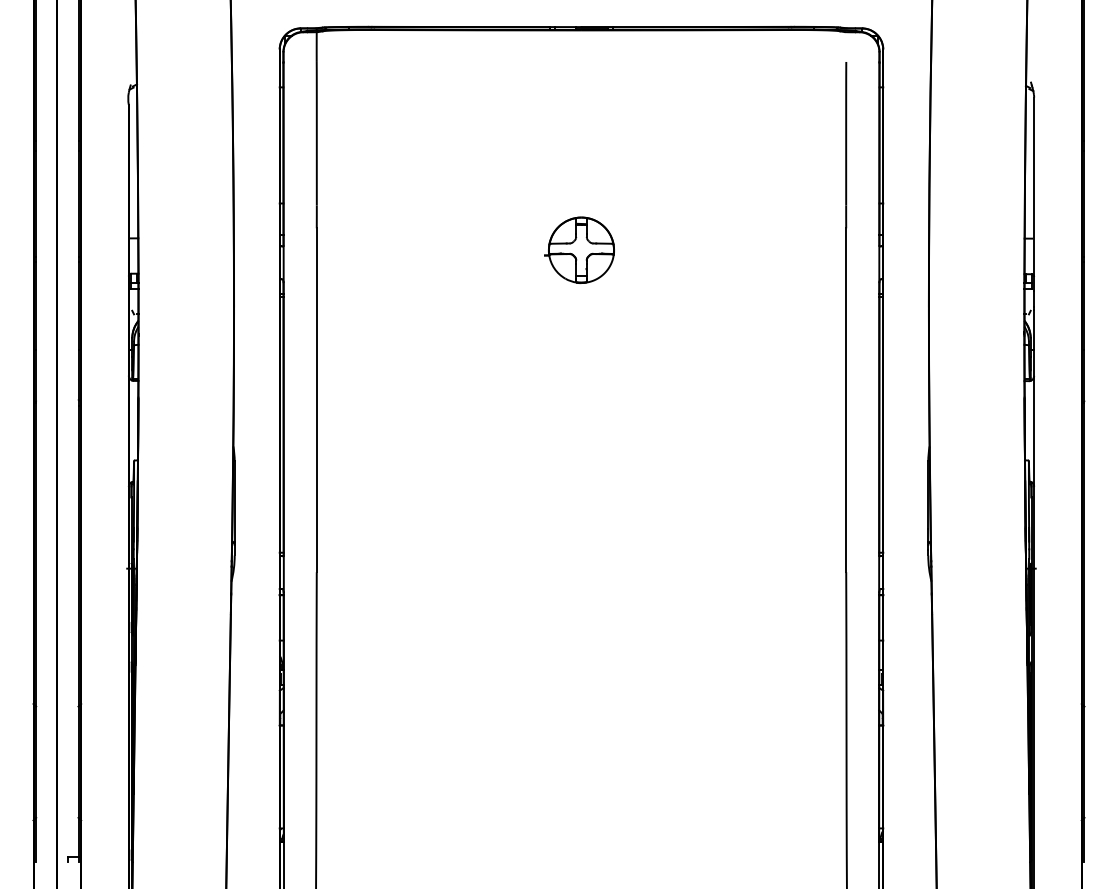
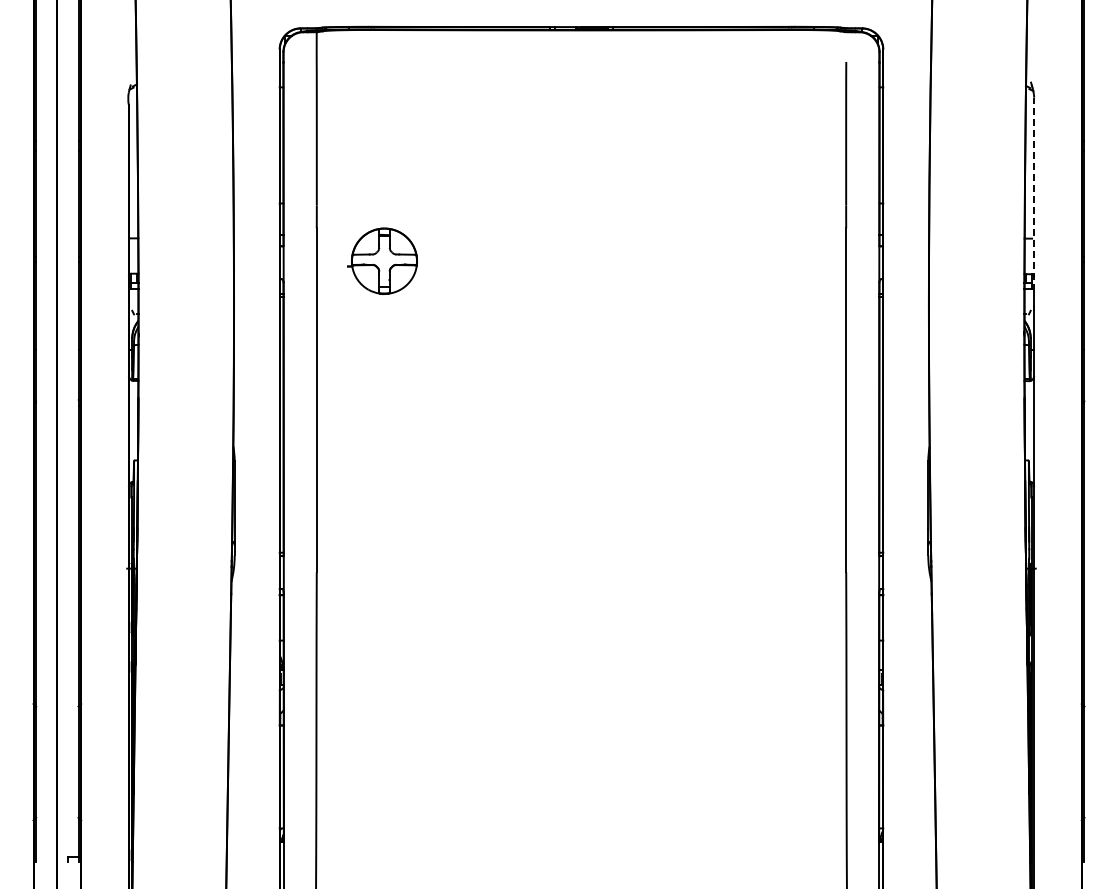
line at (1034, 194): solid -> dashed
part at (579, 249) position: (579, 249) -> (382, 260)
